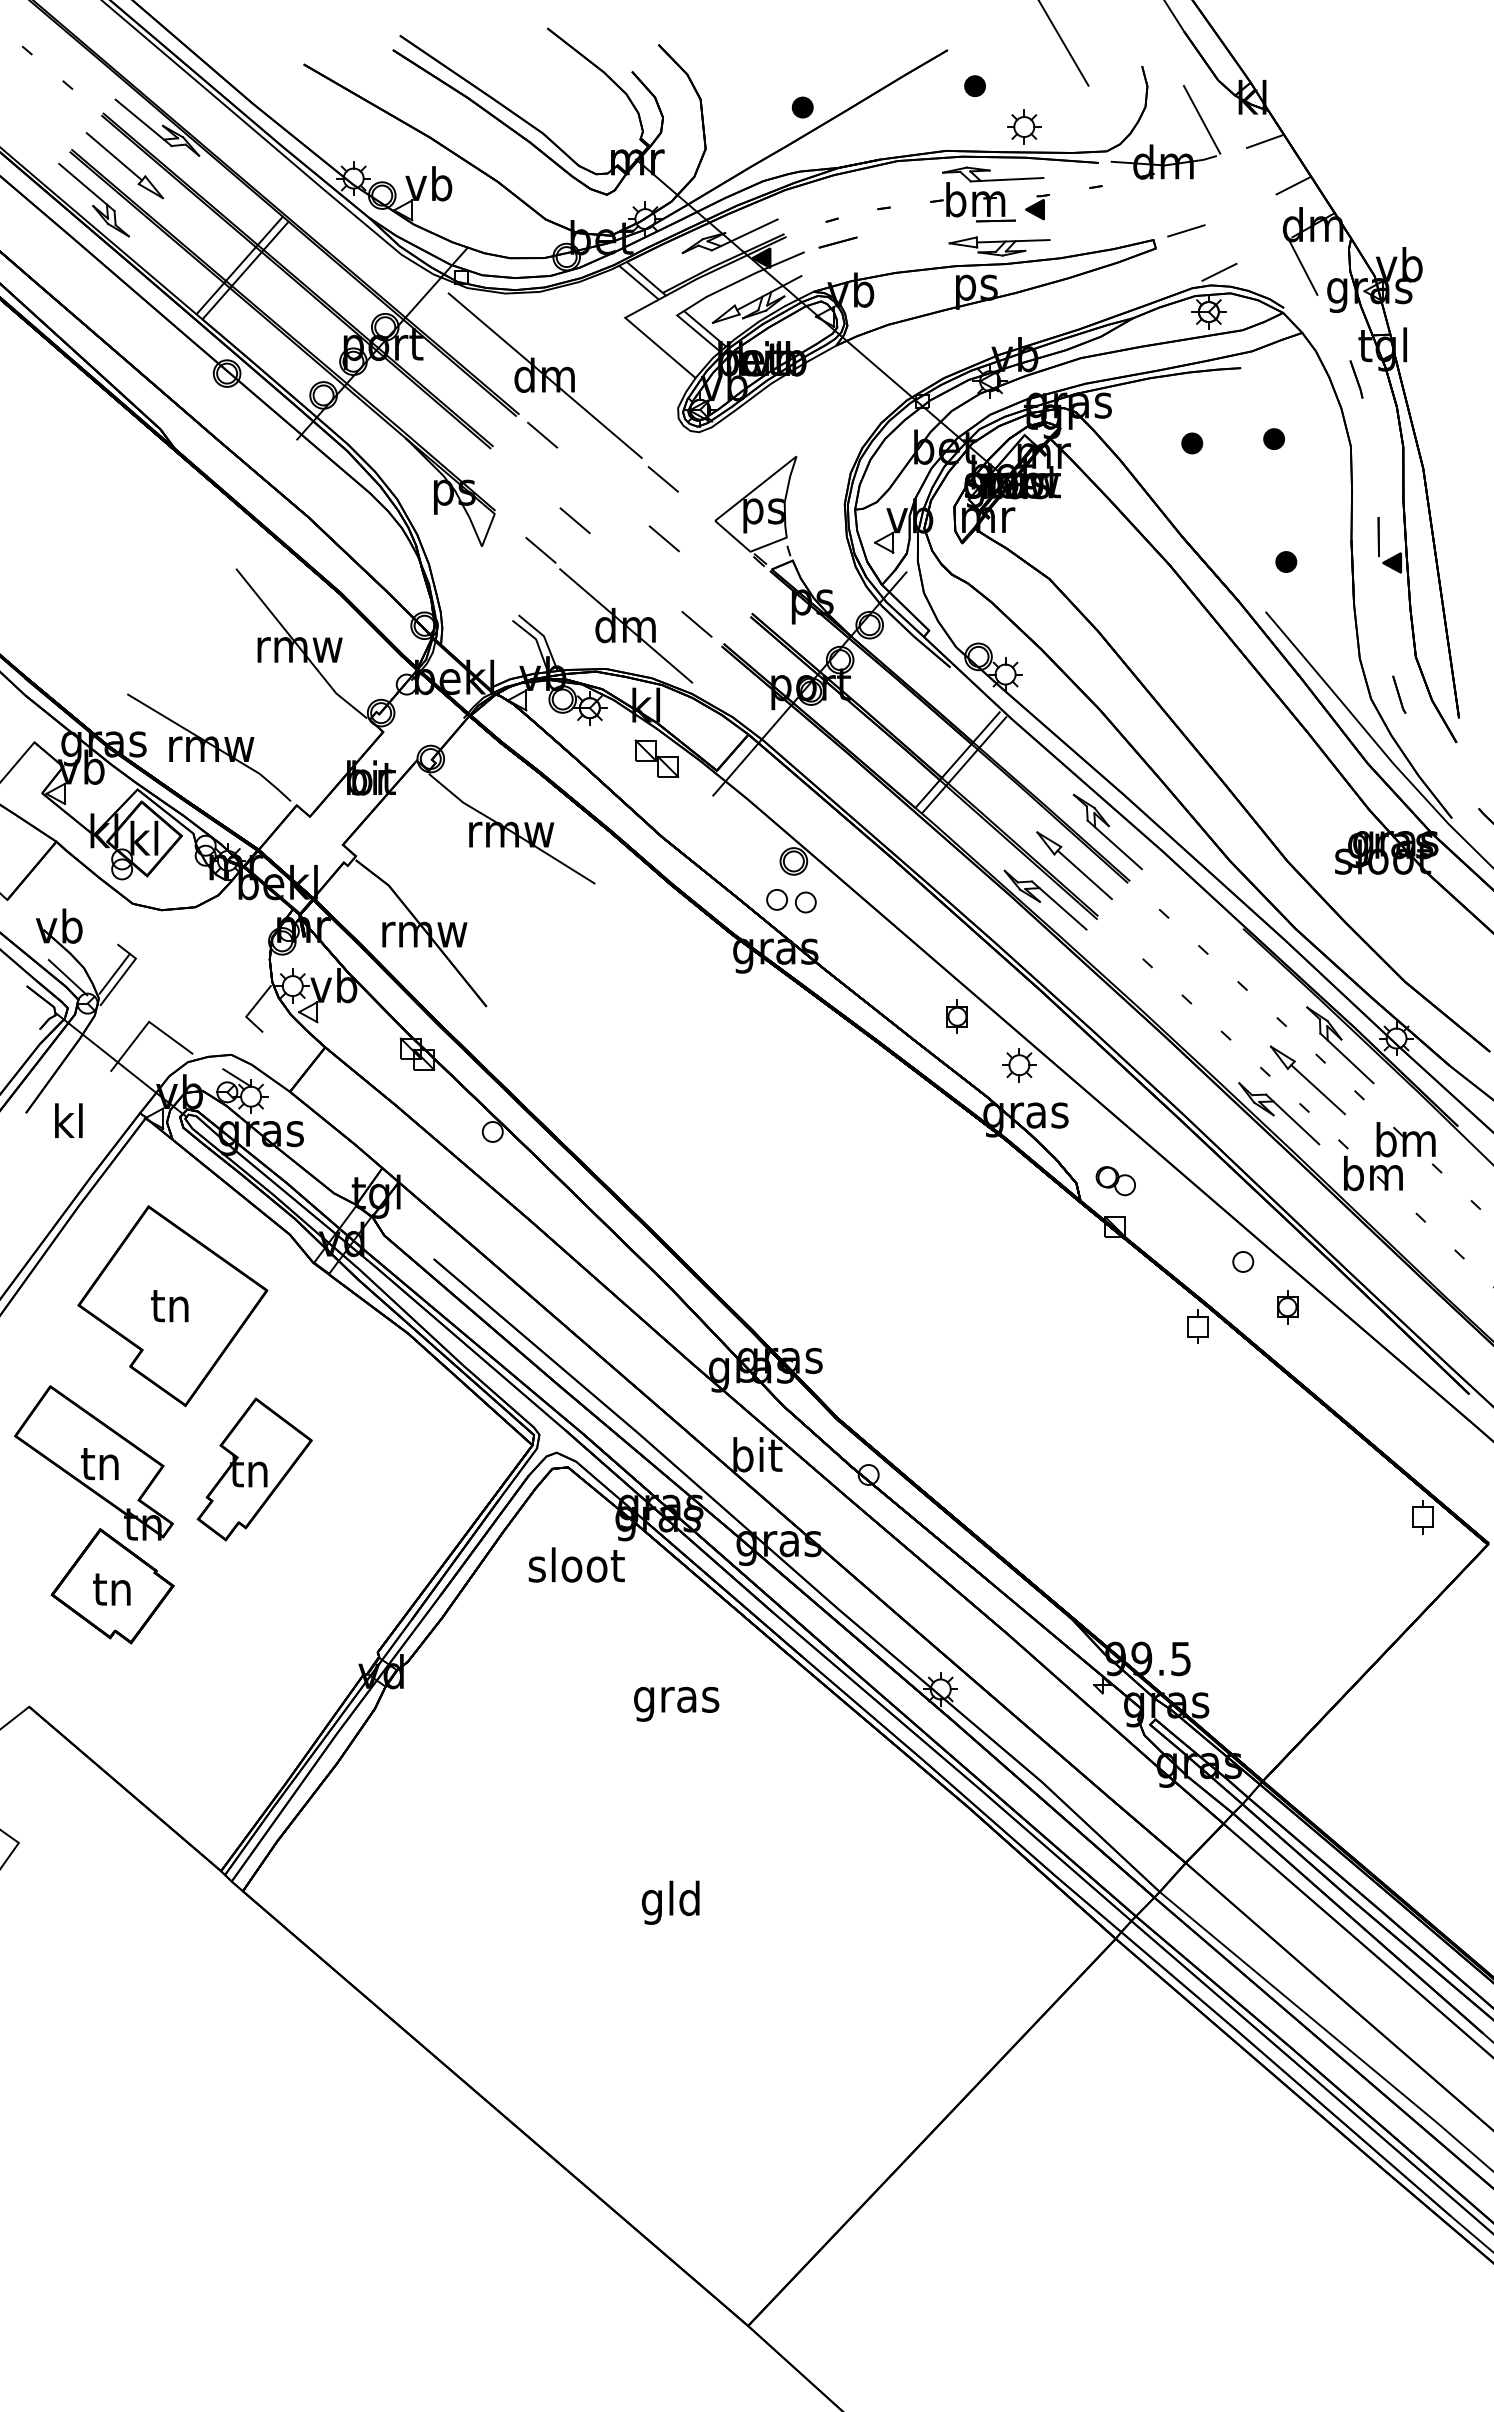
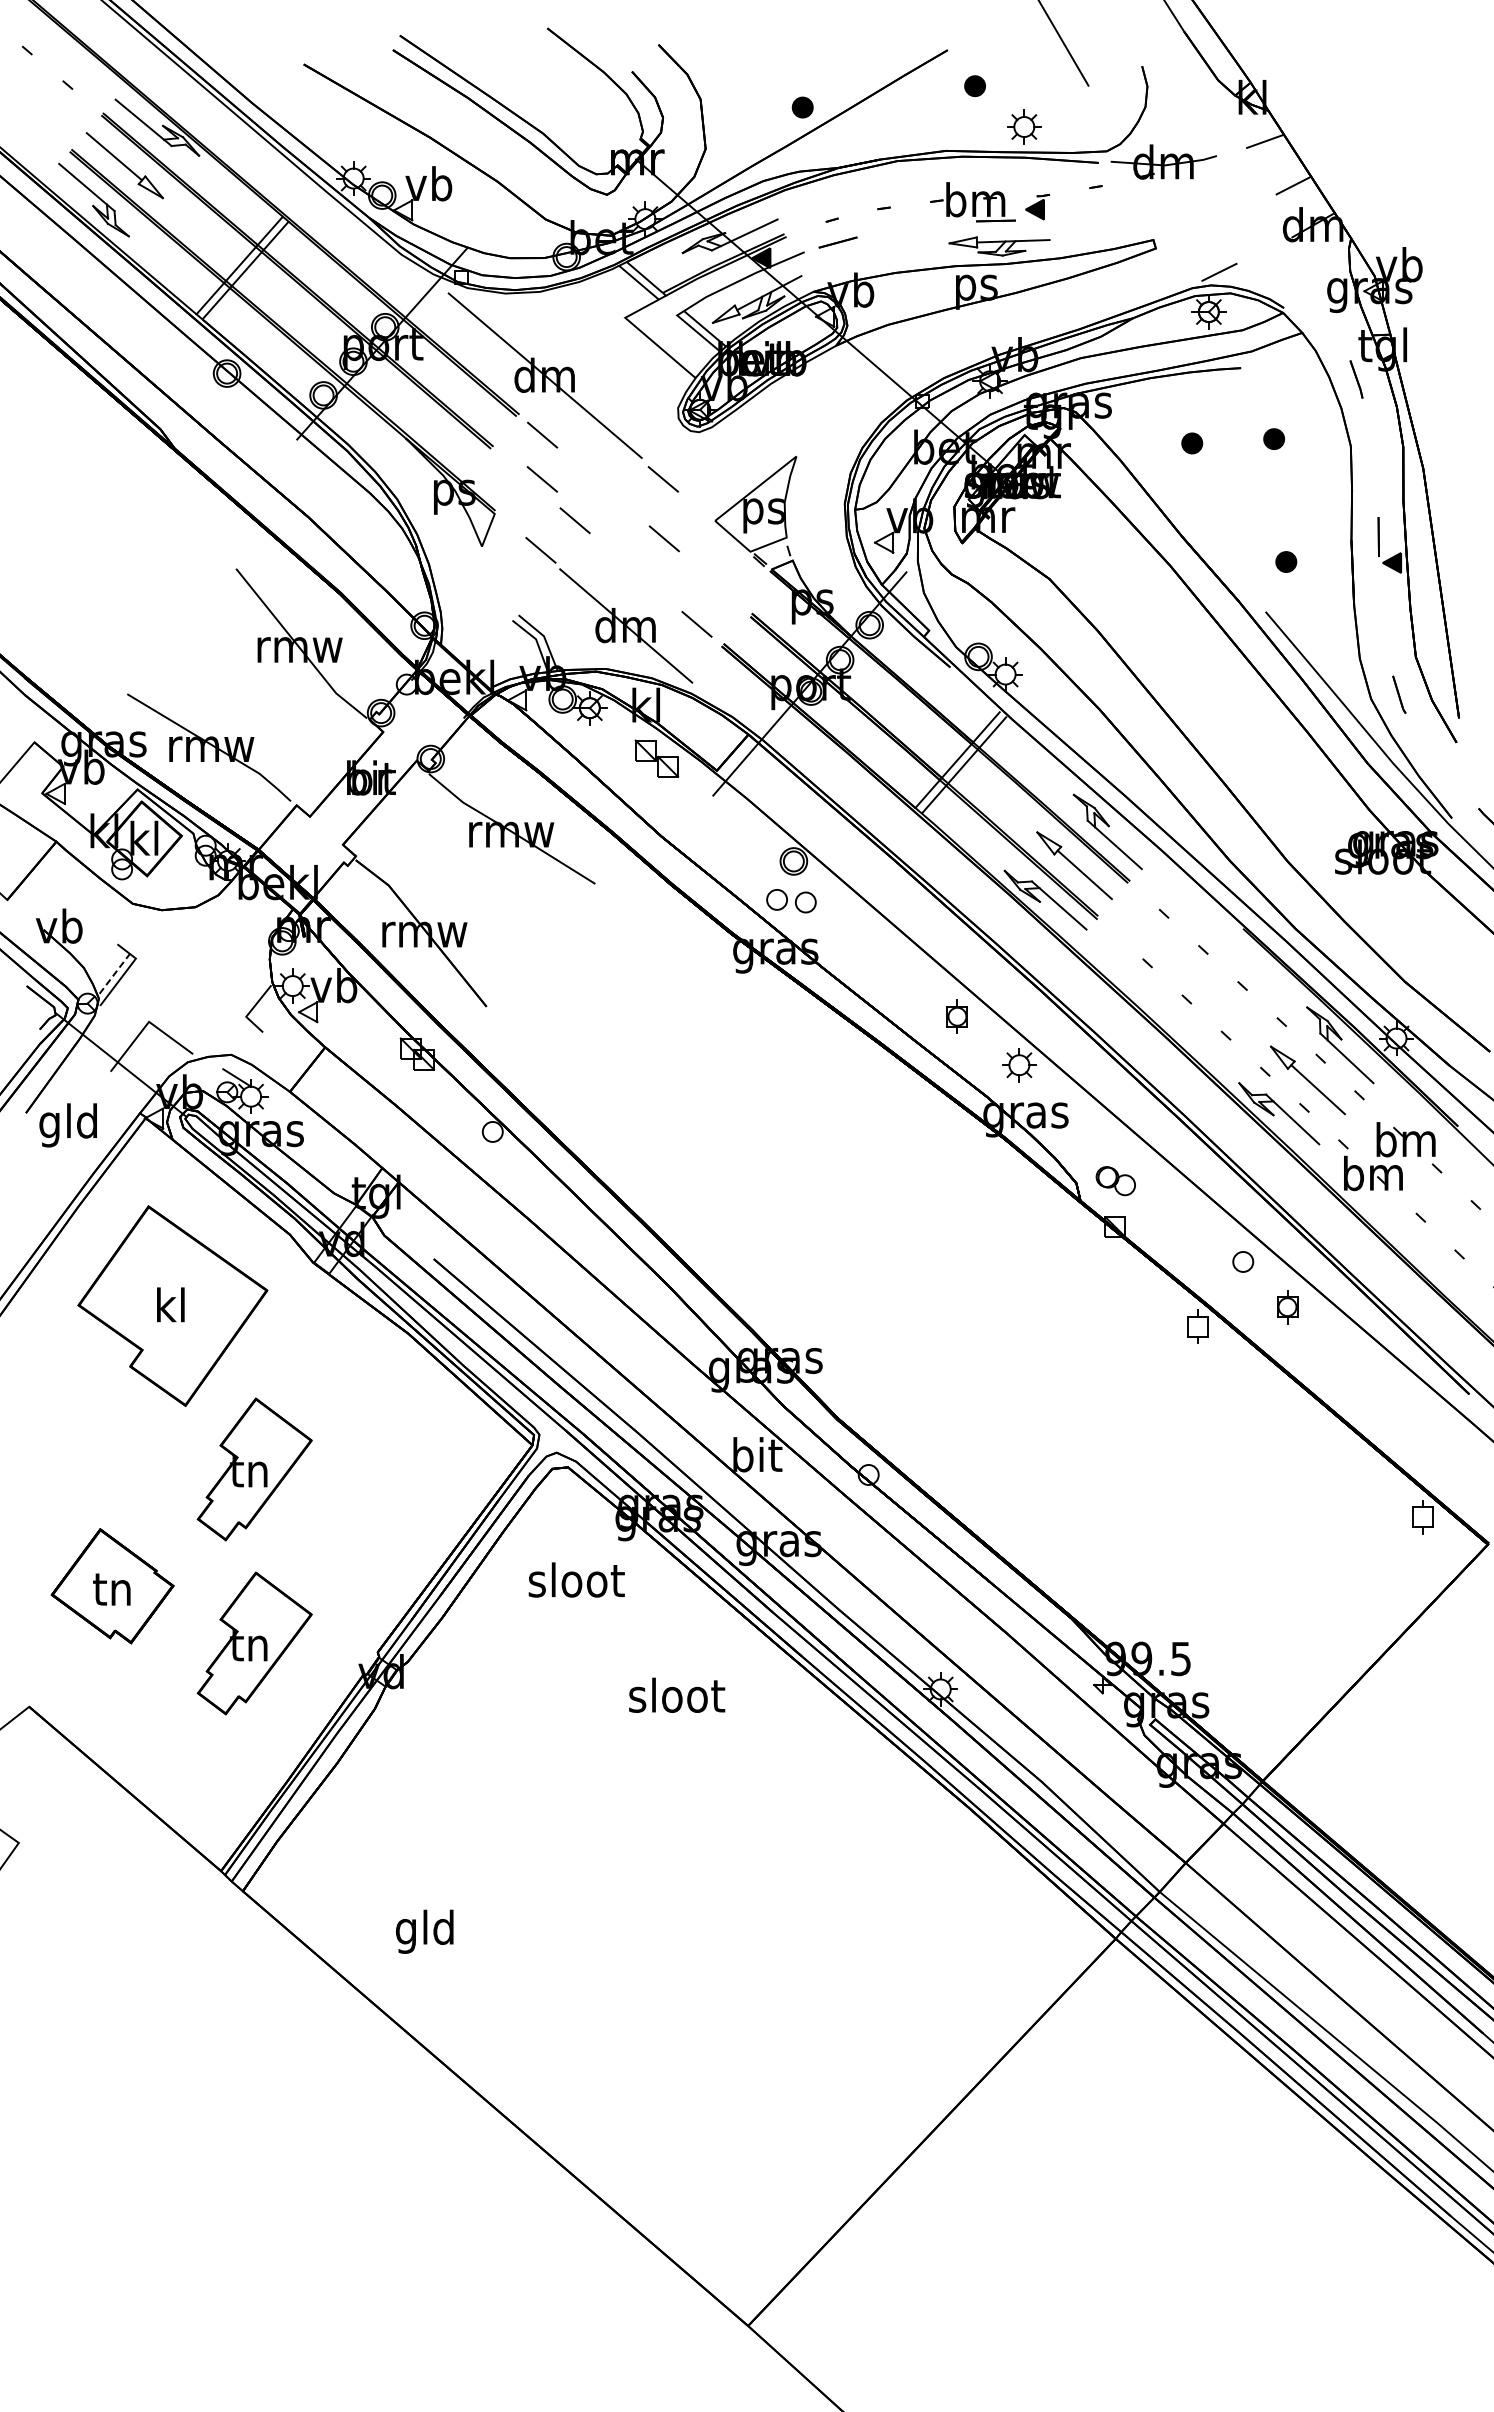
line at (1201, 119): present -> none
part at (993, 174): present -> none
line at (1186, 230): present -> none
line at (1303, 267): present -> none
line at (541, 479): none -> present
line at (115, 973): solid -> dashed
line at (67, 977): present -> none
text at (67, 1125): kl -> gld
text at (169, 1304): tn -> kl
part at (93, 1462): present -> none
text at (576, 1564) position: (576, 1564) -> (576, 1579)
part at (254, 1643): none -> present
text at (677, 1699): gras -> sloot
text at (670, 1902) position: (670, 1902) -> (424, 1931)
